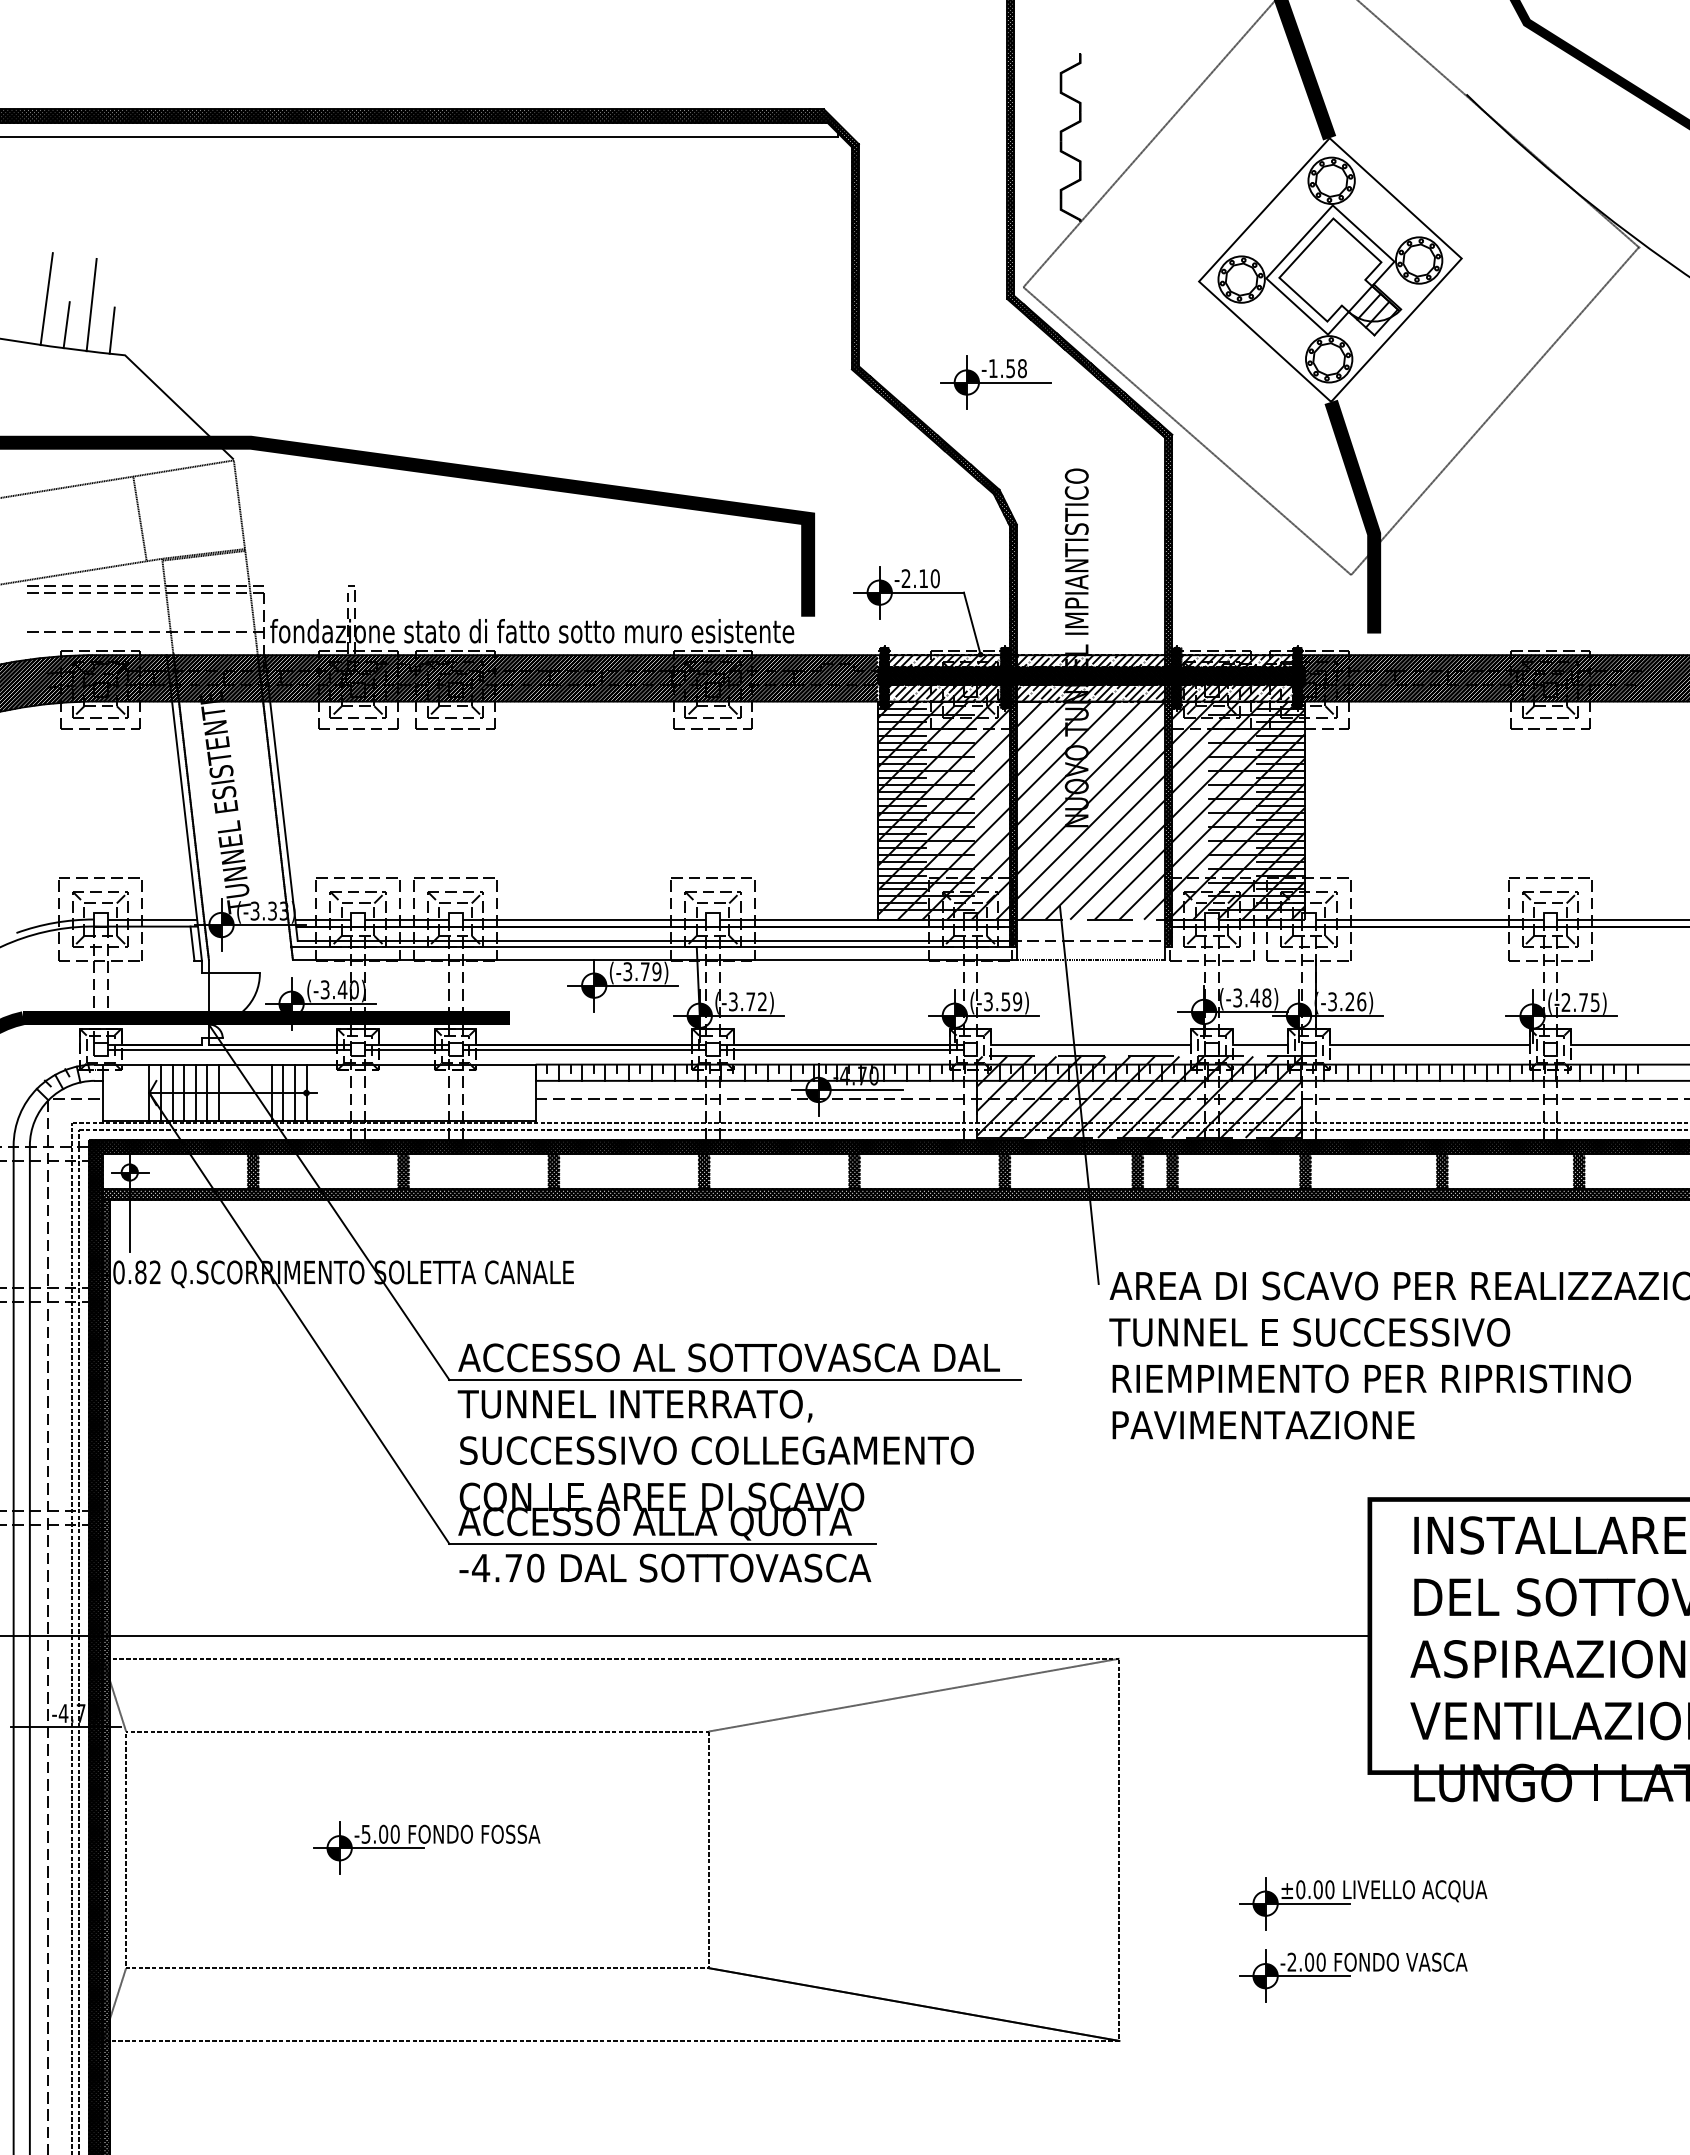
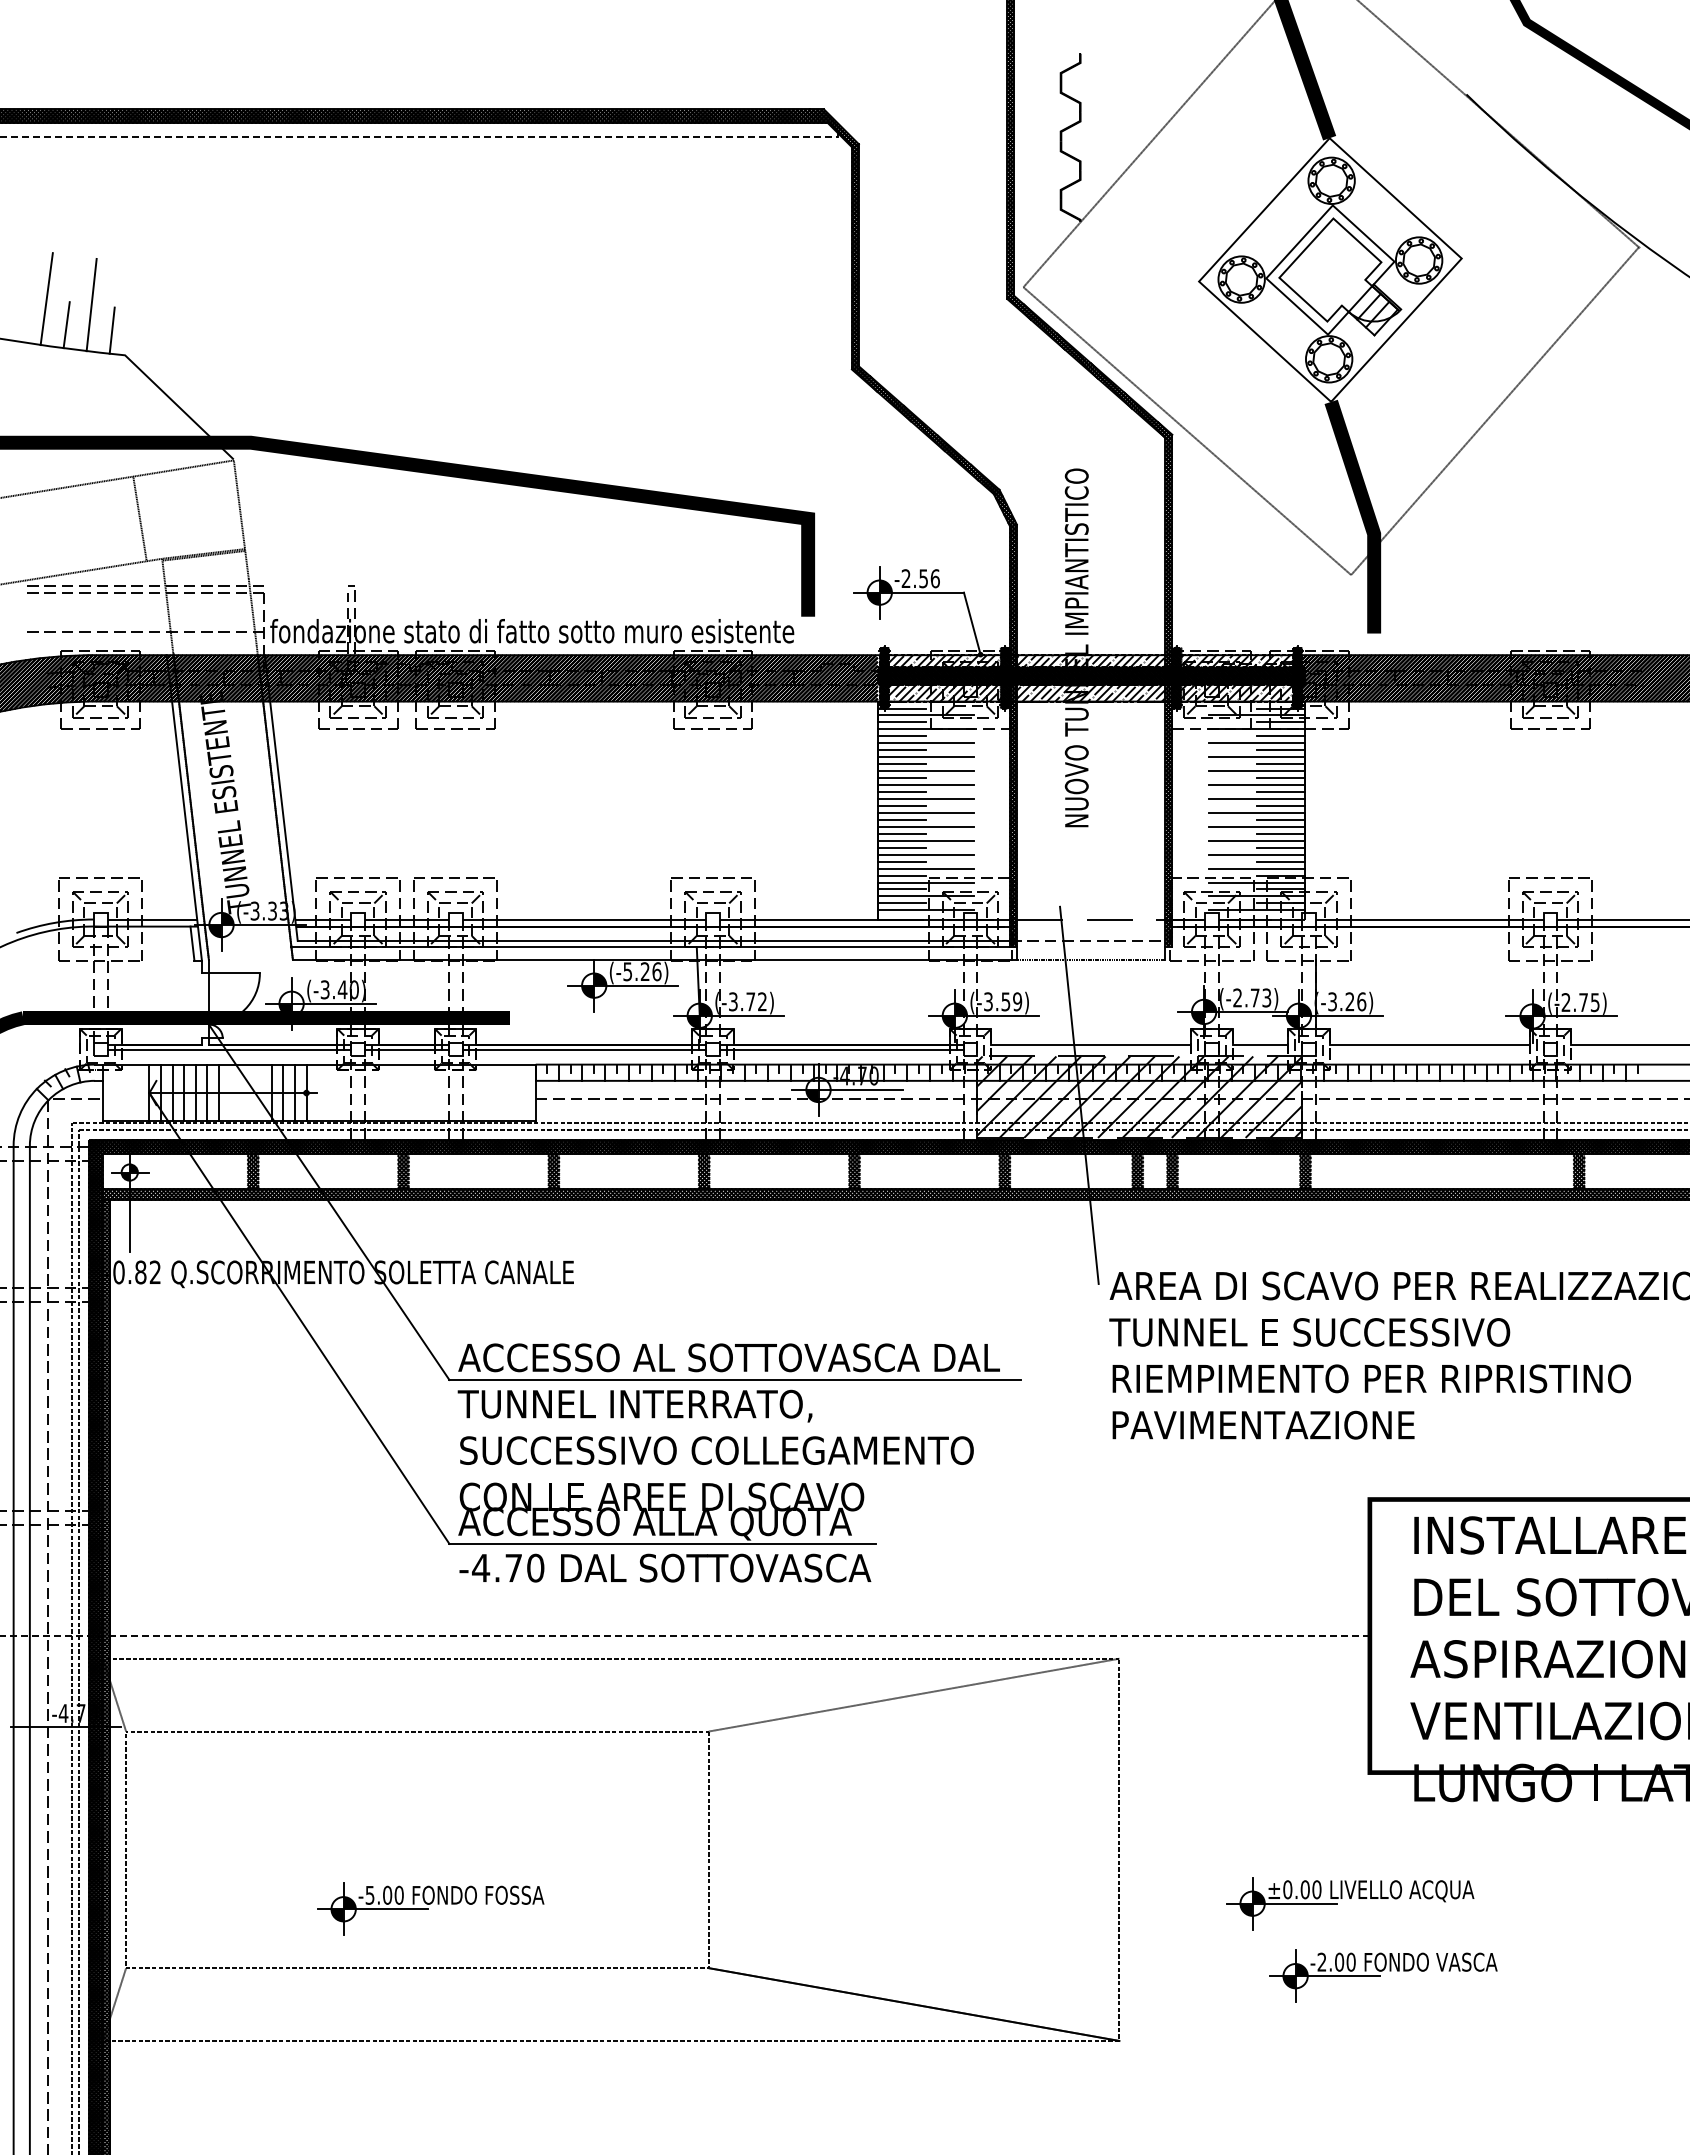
line at (419, 137): solid -> dashed
part at (995, 382): present -> none
text at (929, 578): -2.10 -> -2.56
hatch at (1090, 810): present -> none
text at (642, 971): (-3.79) -> (-5.26)
fill at (297, 997): present -> none
text at (1252, 997): (-3.48) -> (-2.73)
fill at (824, 1083): present -> none
hatch at (1442, 1170): present -> none
line at (685, 1636): solid -> dashed
part at (426, 1847) position: (426, 1847) -> (430, 1908)
part at (1363, 1903) position: (1363, 1903) -> (1350, 1903)
part at (1353, 1975) position: (1353, 1975) -> (1383, 1975)
